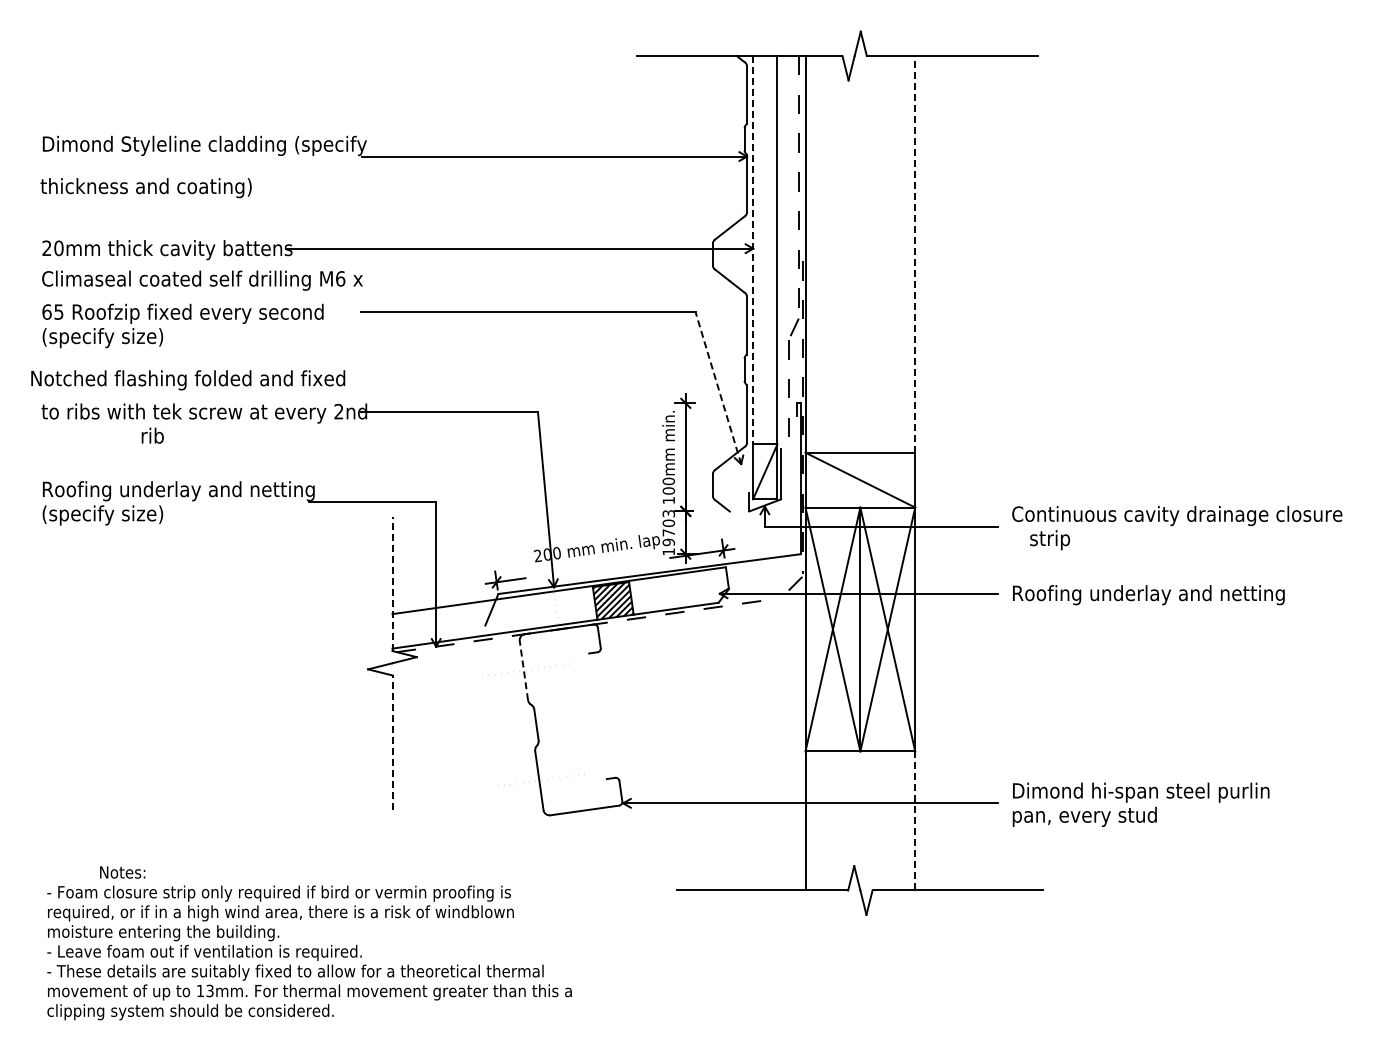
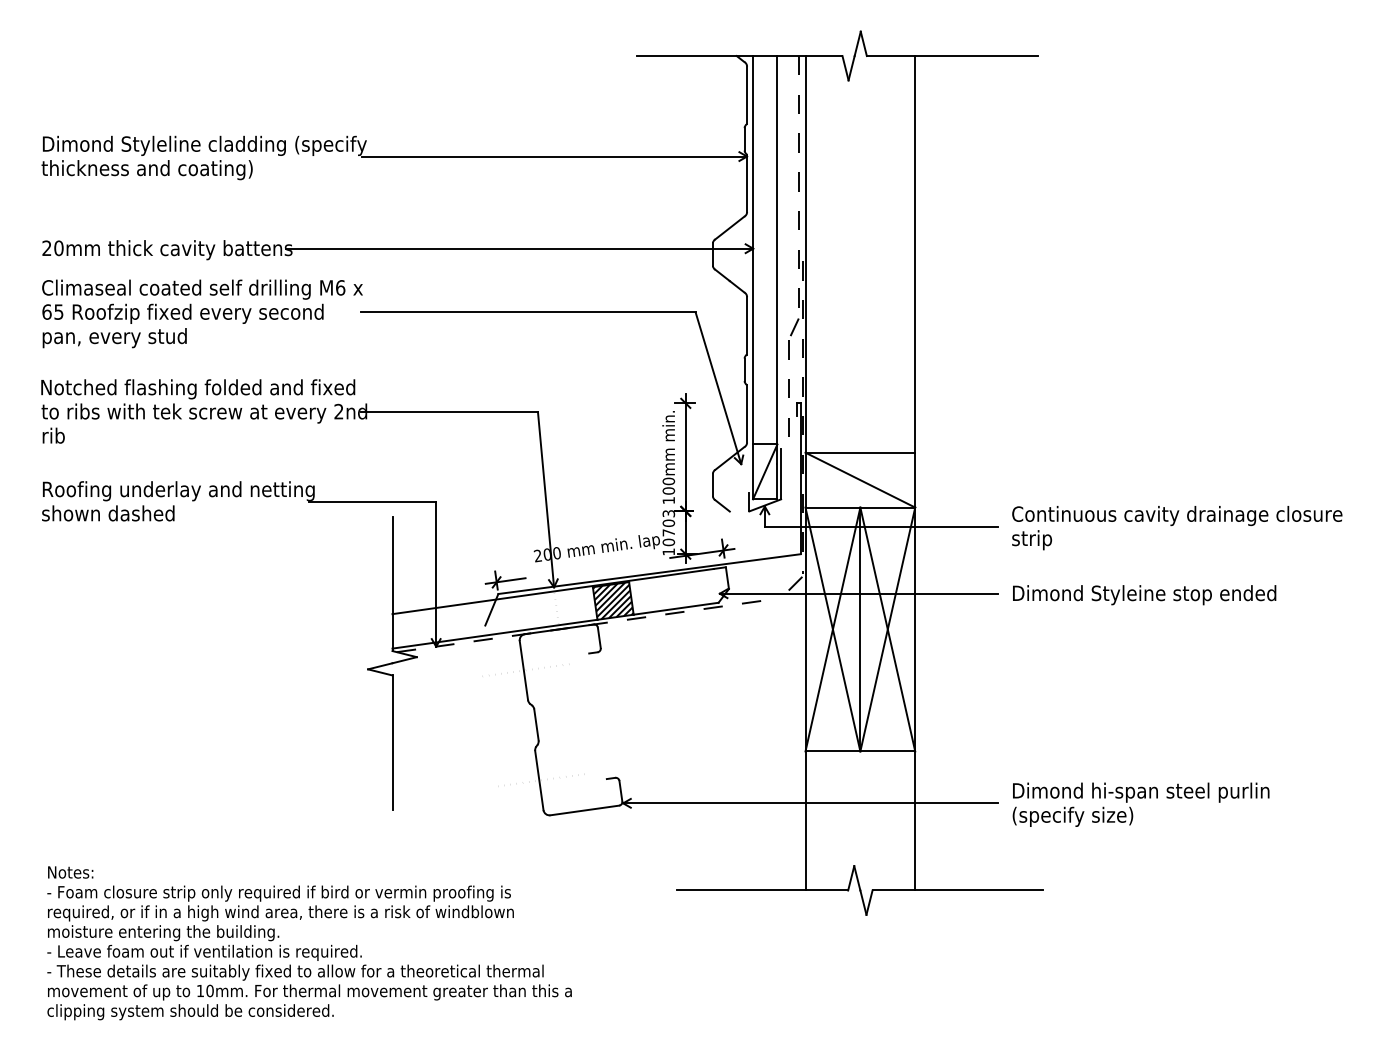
text at (145, 188) position: (145, 188) -> (146, 170)
line at (753, 250): dashed -> solid
line at (915, 253): dashed -> solid
text at (202, 280) position: (202, 280) -> (202, 289)
text at (114, 338): (specify size) -> pan, every stud
text at (188, 380) position: (188, 380) -> (198, 389)
line at (718, 387): dashed -> solid
text at (152, 435) position: (152, 435) -> (53, 435)
text at (108, 515): (specify size) -> shown dashed
text at (1050, 540) position: (1050, 540) -> (1032, 540)
text at (669, 542): 19703 -> 10703
line at (392, 583): dashed -> solid
text at (1149, 595): Roofing underlay and netting -> Dimond Styleine stop ended
line at (523, 670): dashed -> solid
line at (392, 742): dashed -> solid
text at (1084, 816): pan, every stud -> (specify size)
line at (915, 820): dashed -> solid
text at (122, 872) position: (122, 872) -> (70, 872)
text at (209, 990): 13mm. -> 10mm.
